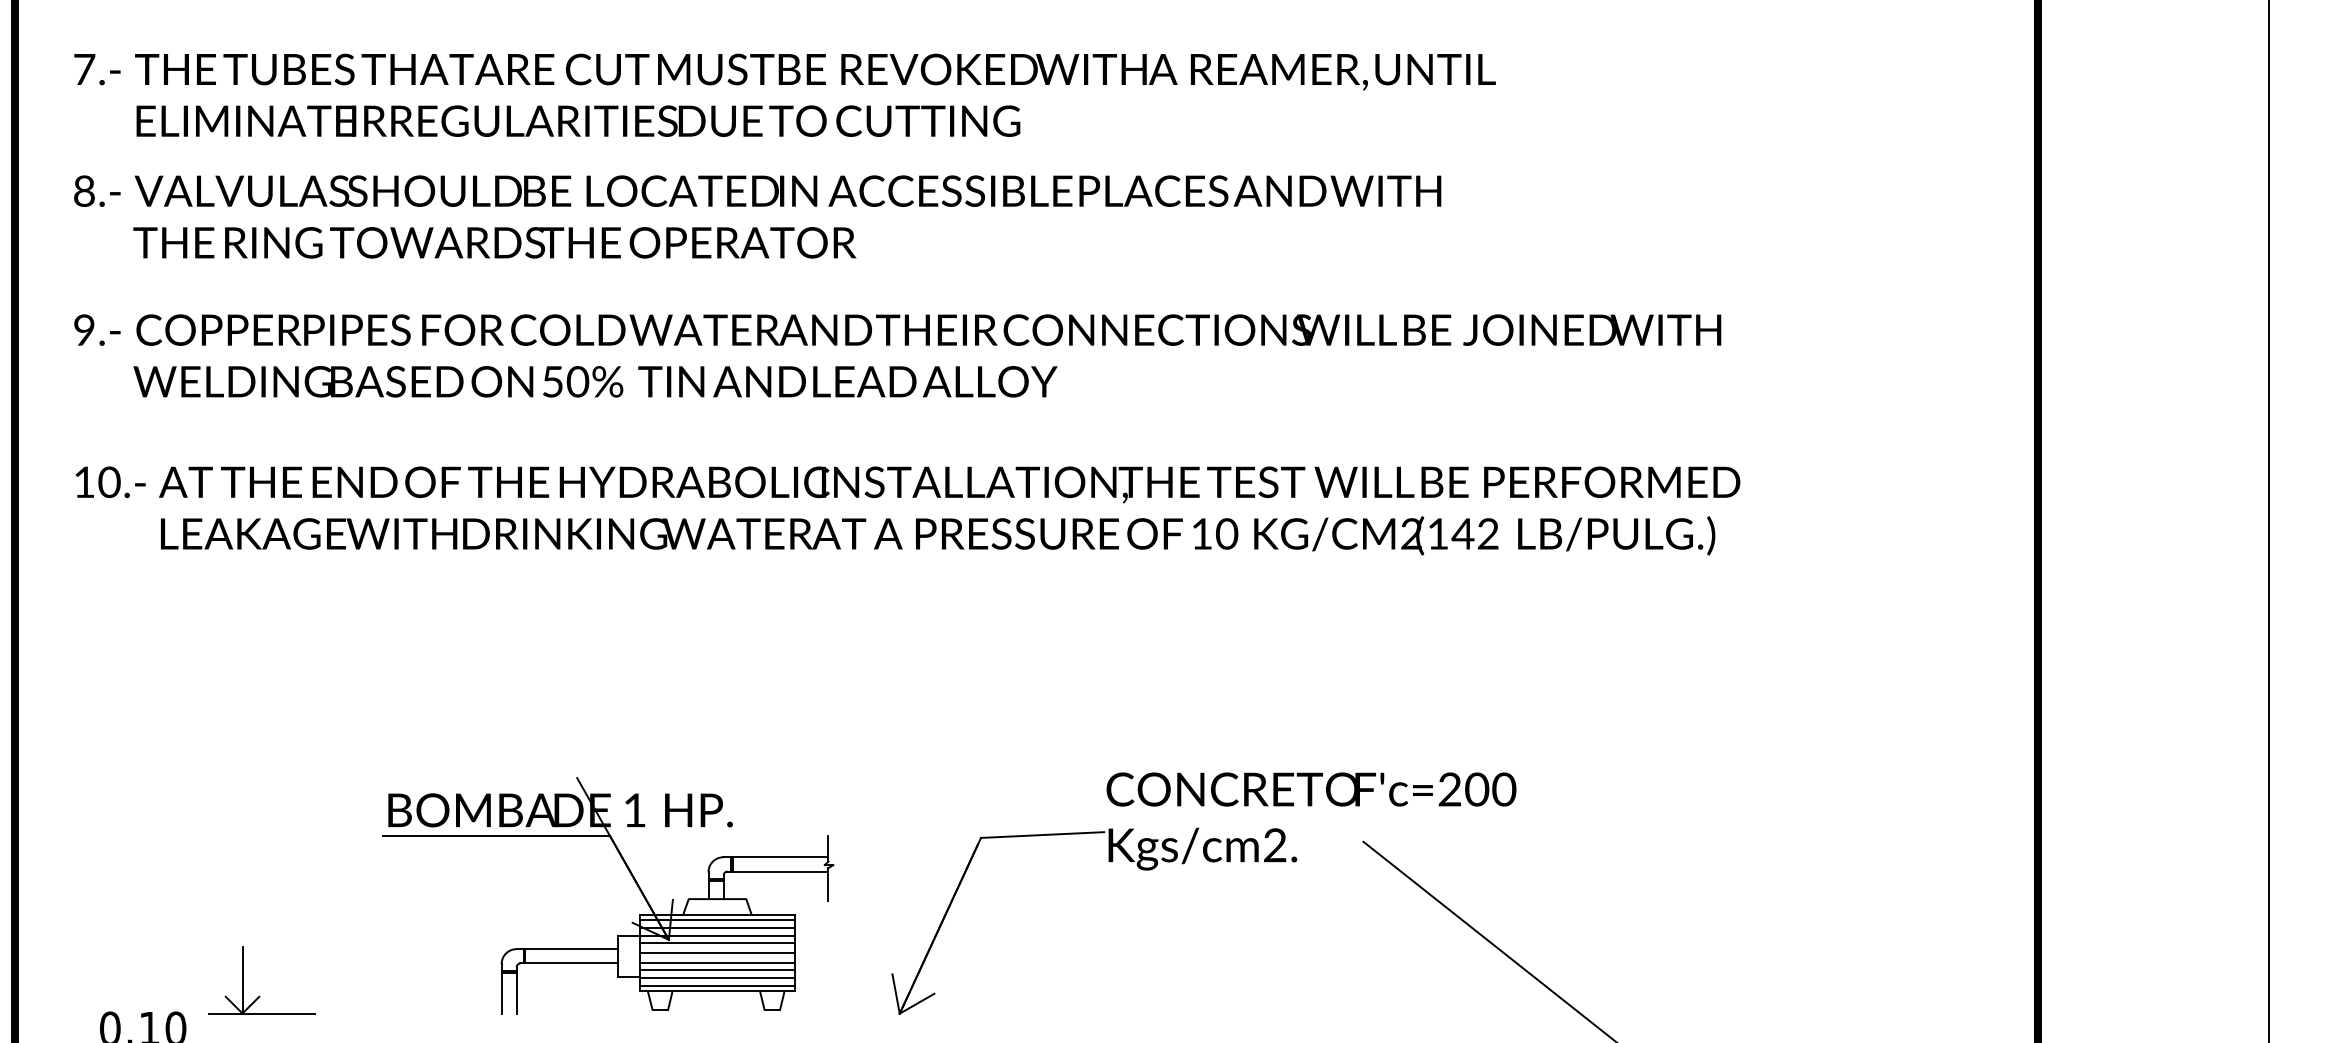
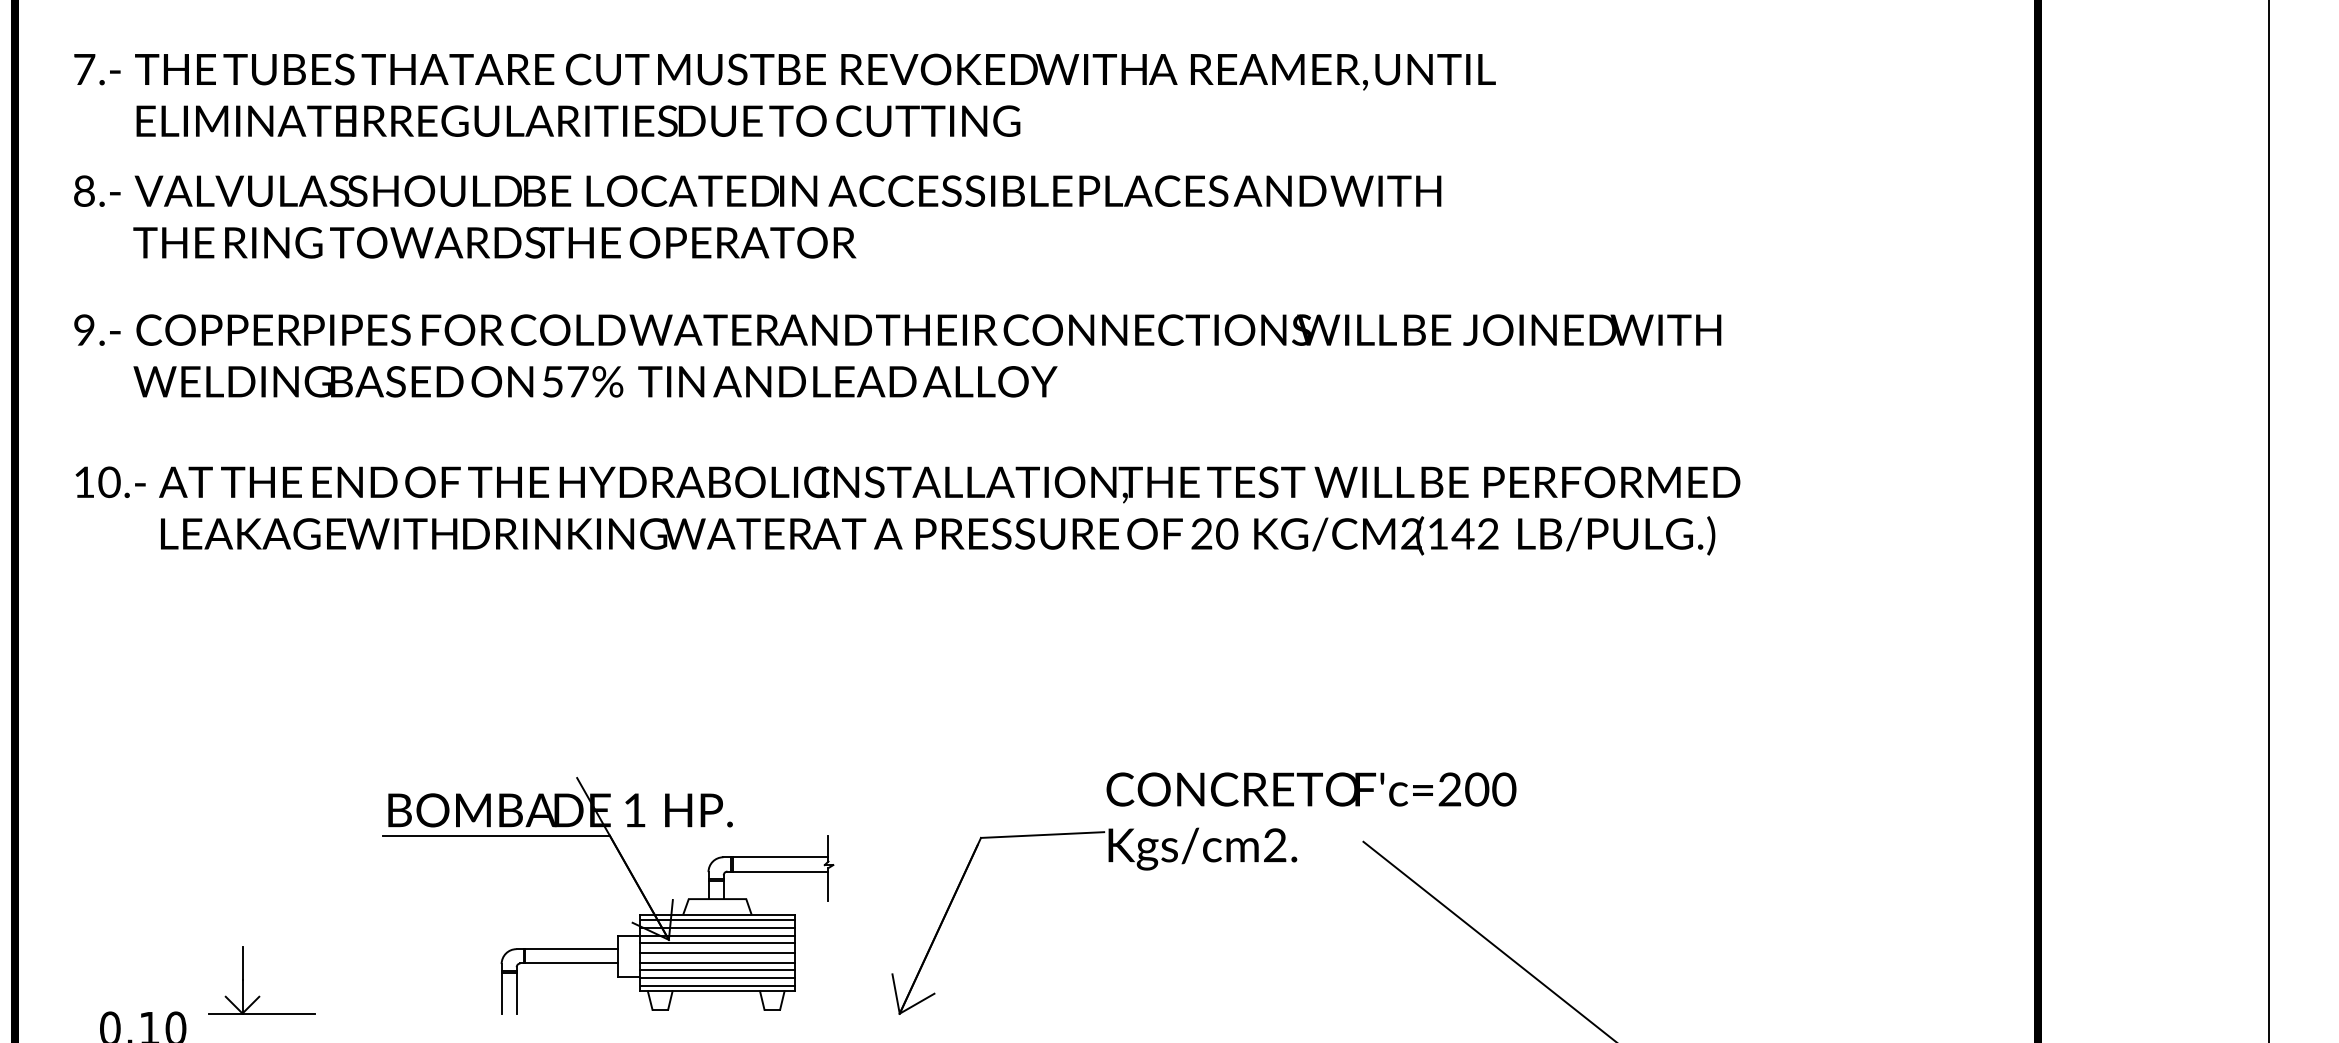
text at (577, 381): 50% -> 57%
text at (1201, 533): 10 -> 20
